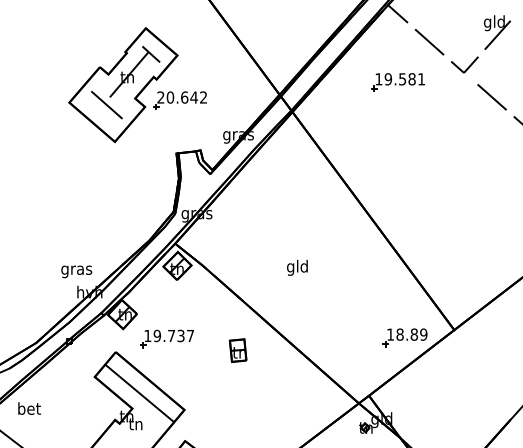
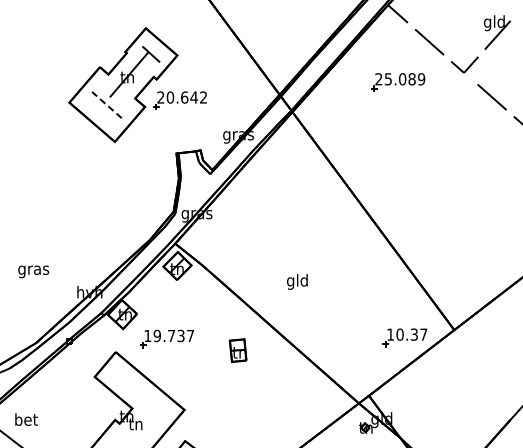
text at (400, 79): 19.581 -> 25.089
line at (106, 105): solid -> dashed
text at (297, 267) position: (297, 267) -> (297, 281)
text at (76, 271) position: (76, 271) -> (33, 271)
text at (411, 334): 18.89 -> 10.37
line at (139, 393): present -> none
text at (29, 408) position: (29, 408) -> (26, 419)
